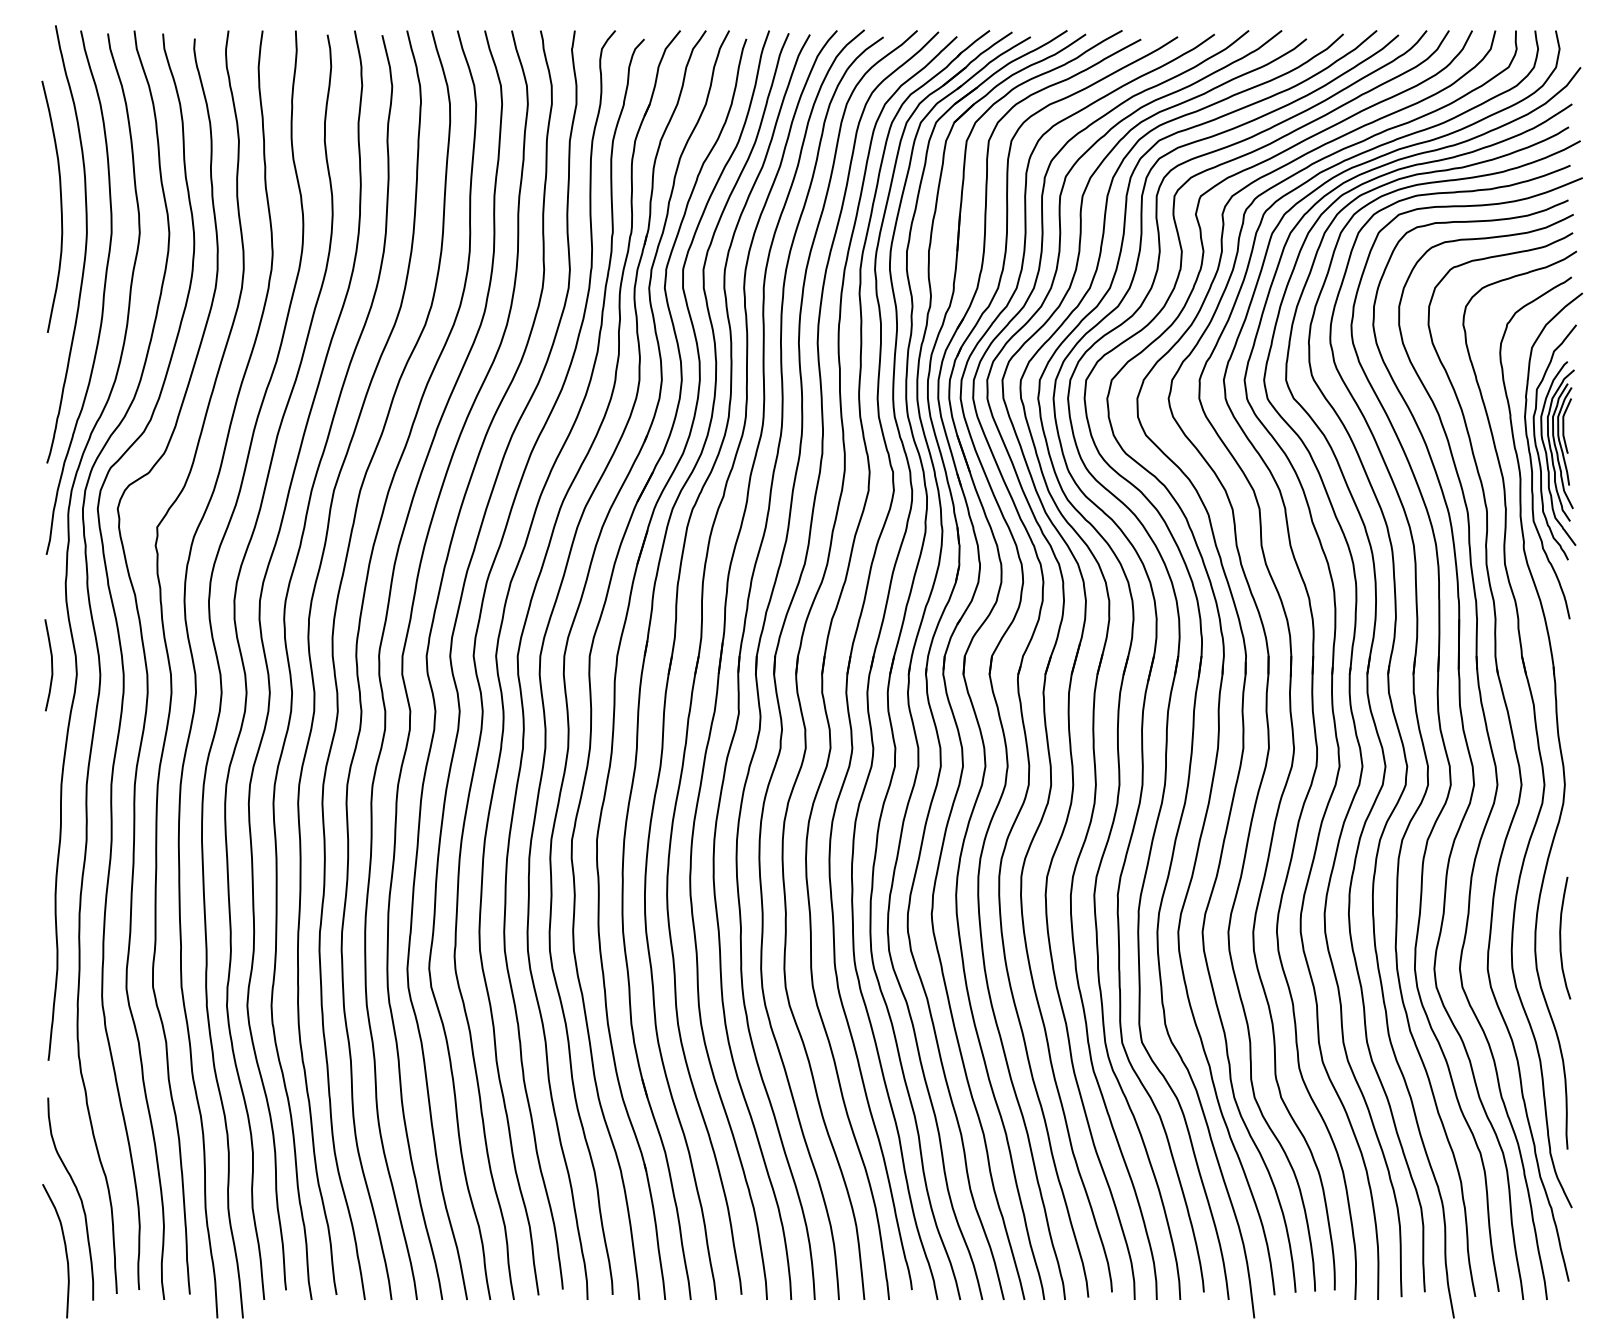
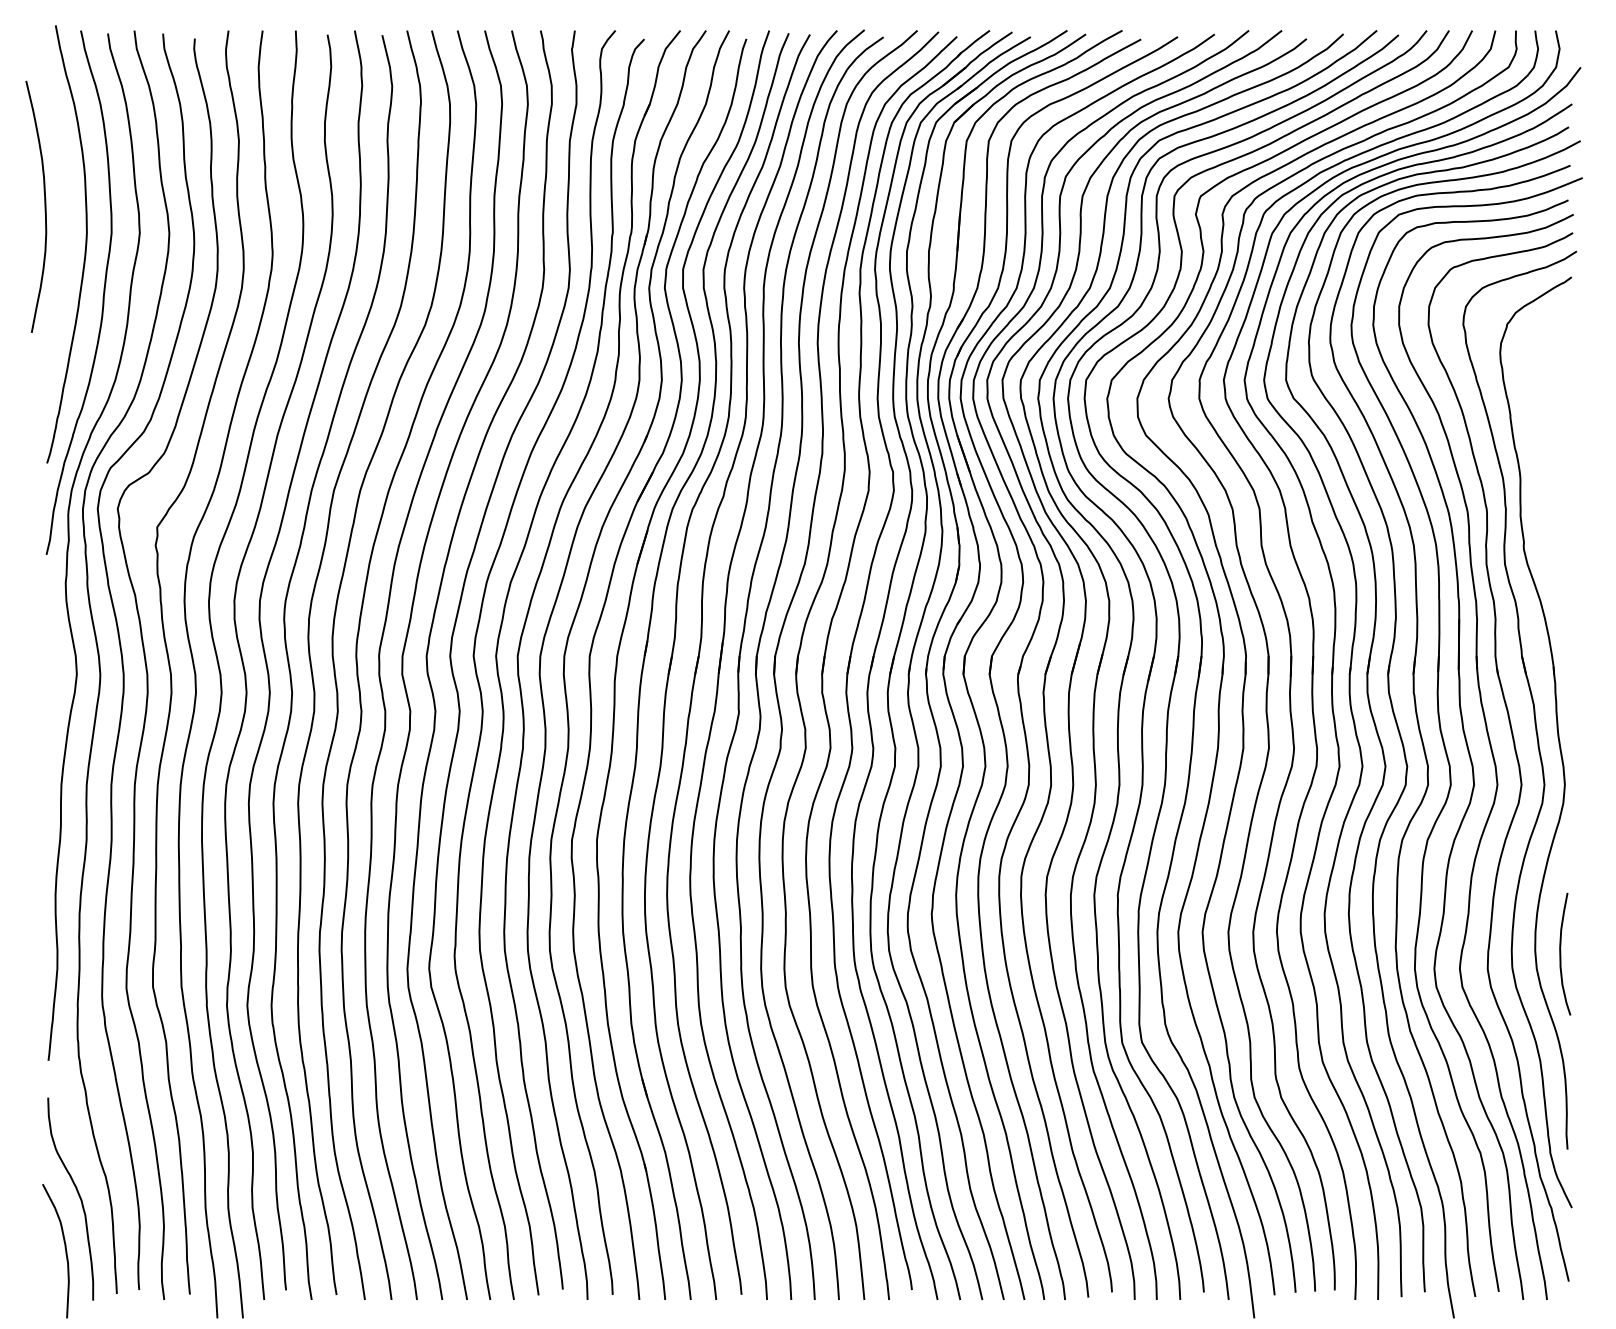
curve at (60, 206) position: (60, 206) -> (44, 206)
part at (1553, 455): present -> none
curve at (51, 665): present -> none
curve at (1561, 937) position: (1561, 937) -> (1561, 953)
